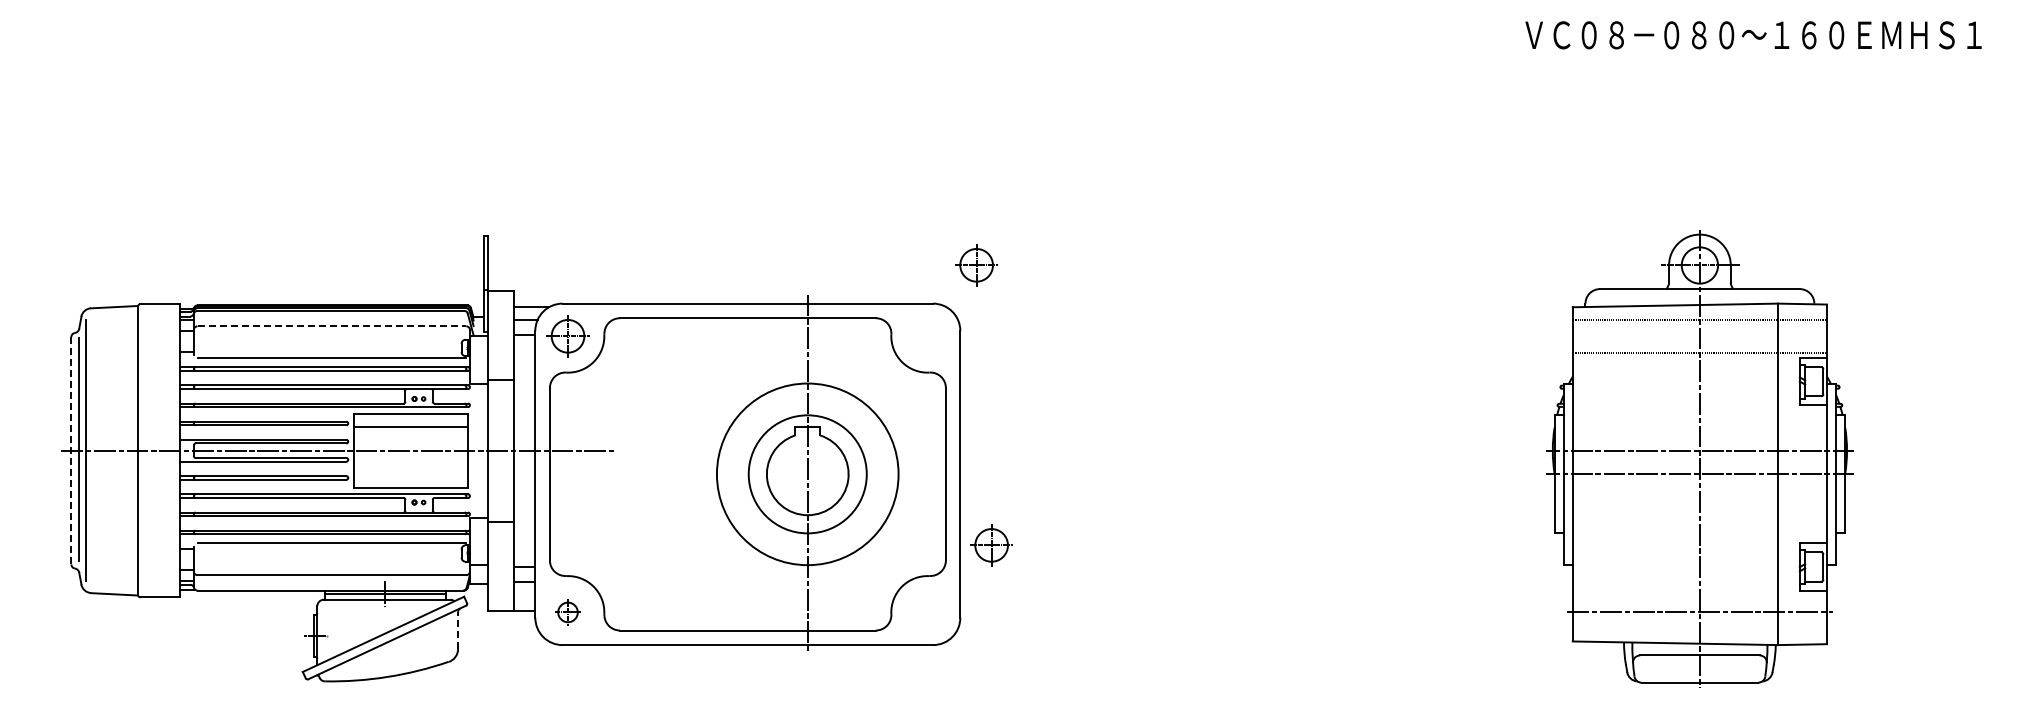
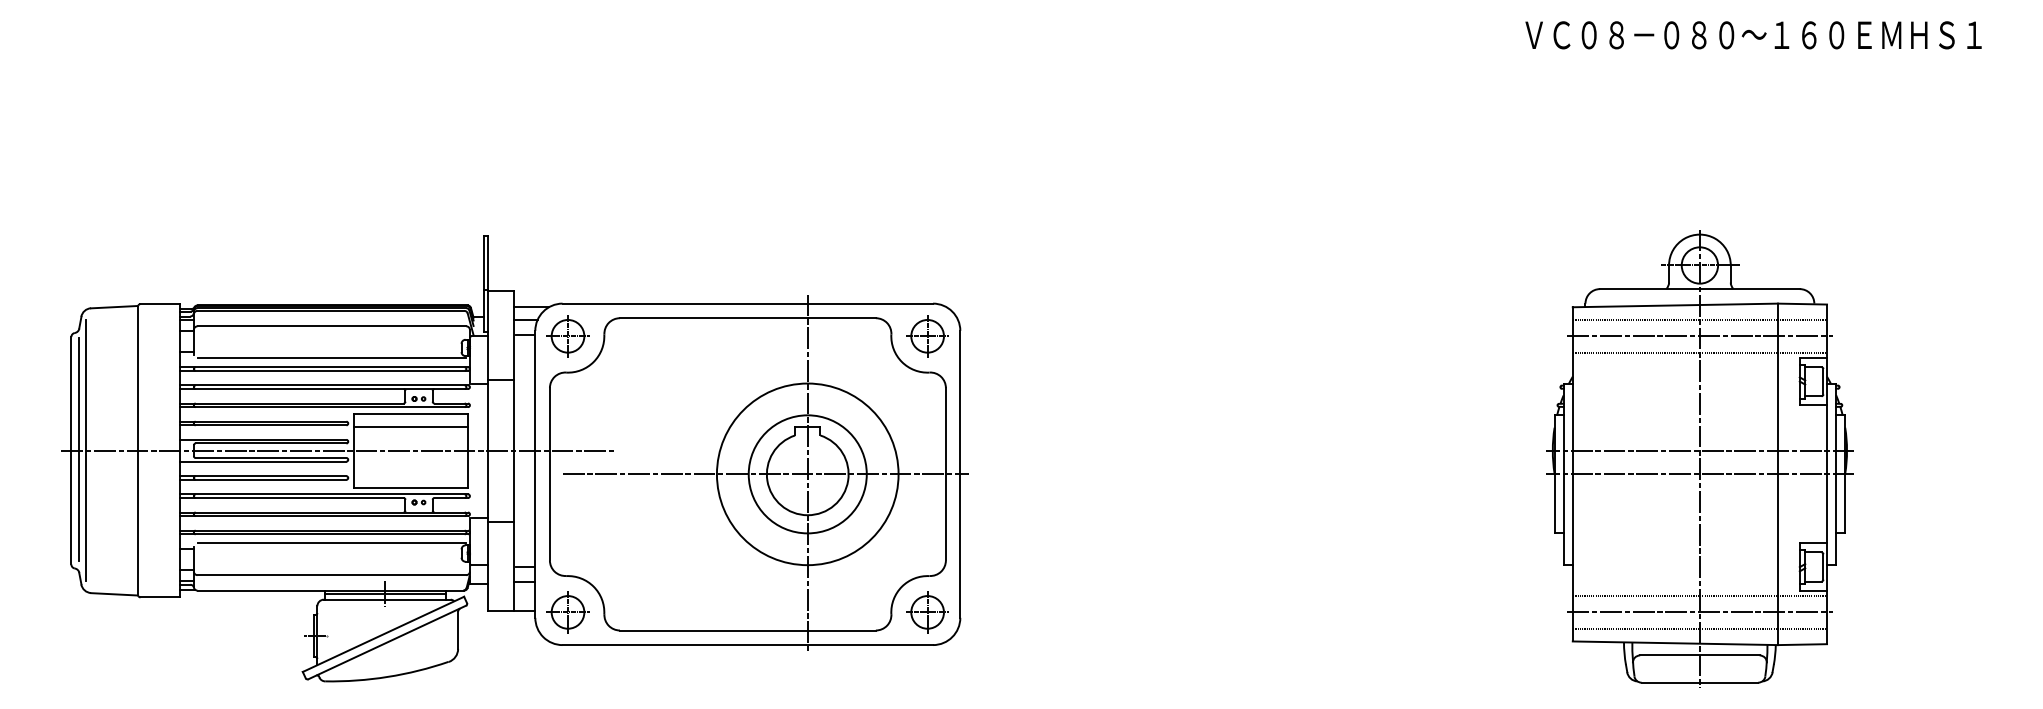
part at (976, 265) position: (976, 265) -> (927, 336)
line at (332, 326): dashed -> solid
line at (1699, 336): none -> present
line at (71, 450): dashed -> solid
line at (765, 474): none -> present
part at (991, 545) position: (991, 545) -> (927, 612)
line at (1699, 596): none -> present
part at (567, 612) size: 26x27 px -> 44x43 px
line at (1699, 628): none -> present
line at (458, 630): dashed -> solid
